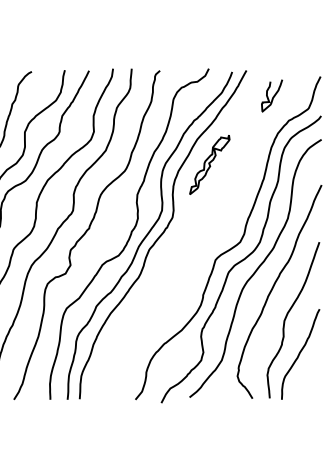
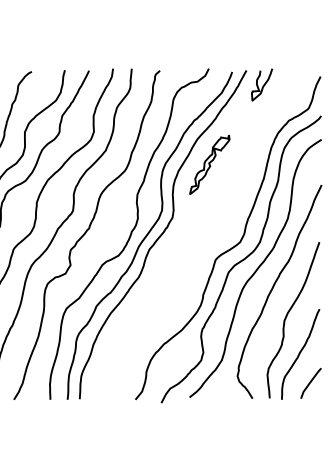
curve at (273, 95) position: (273, 95) -> (263, 84)
curve at (310, 382): none -> present
